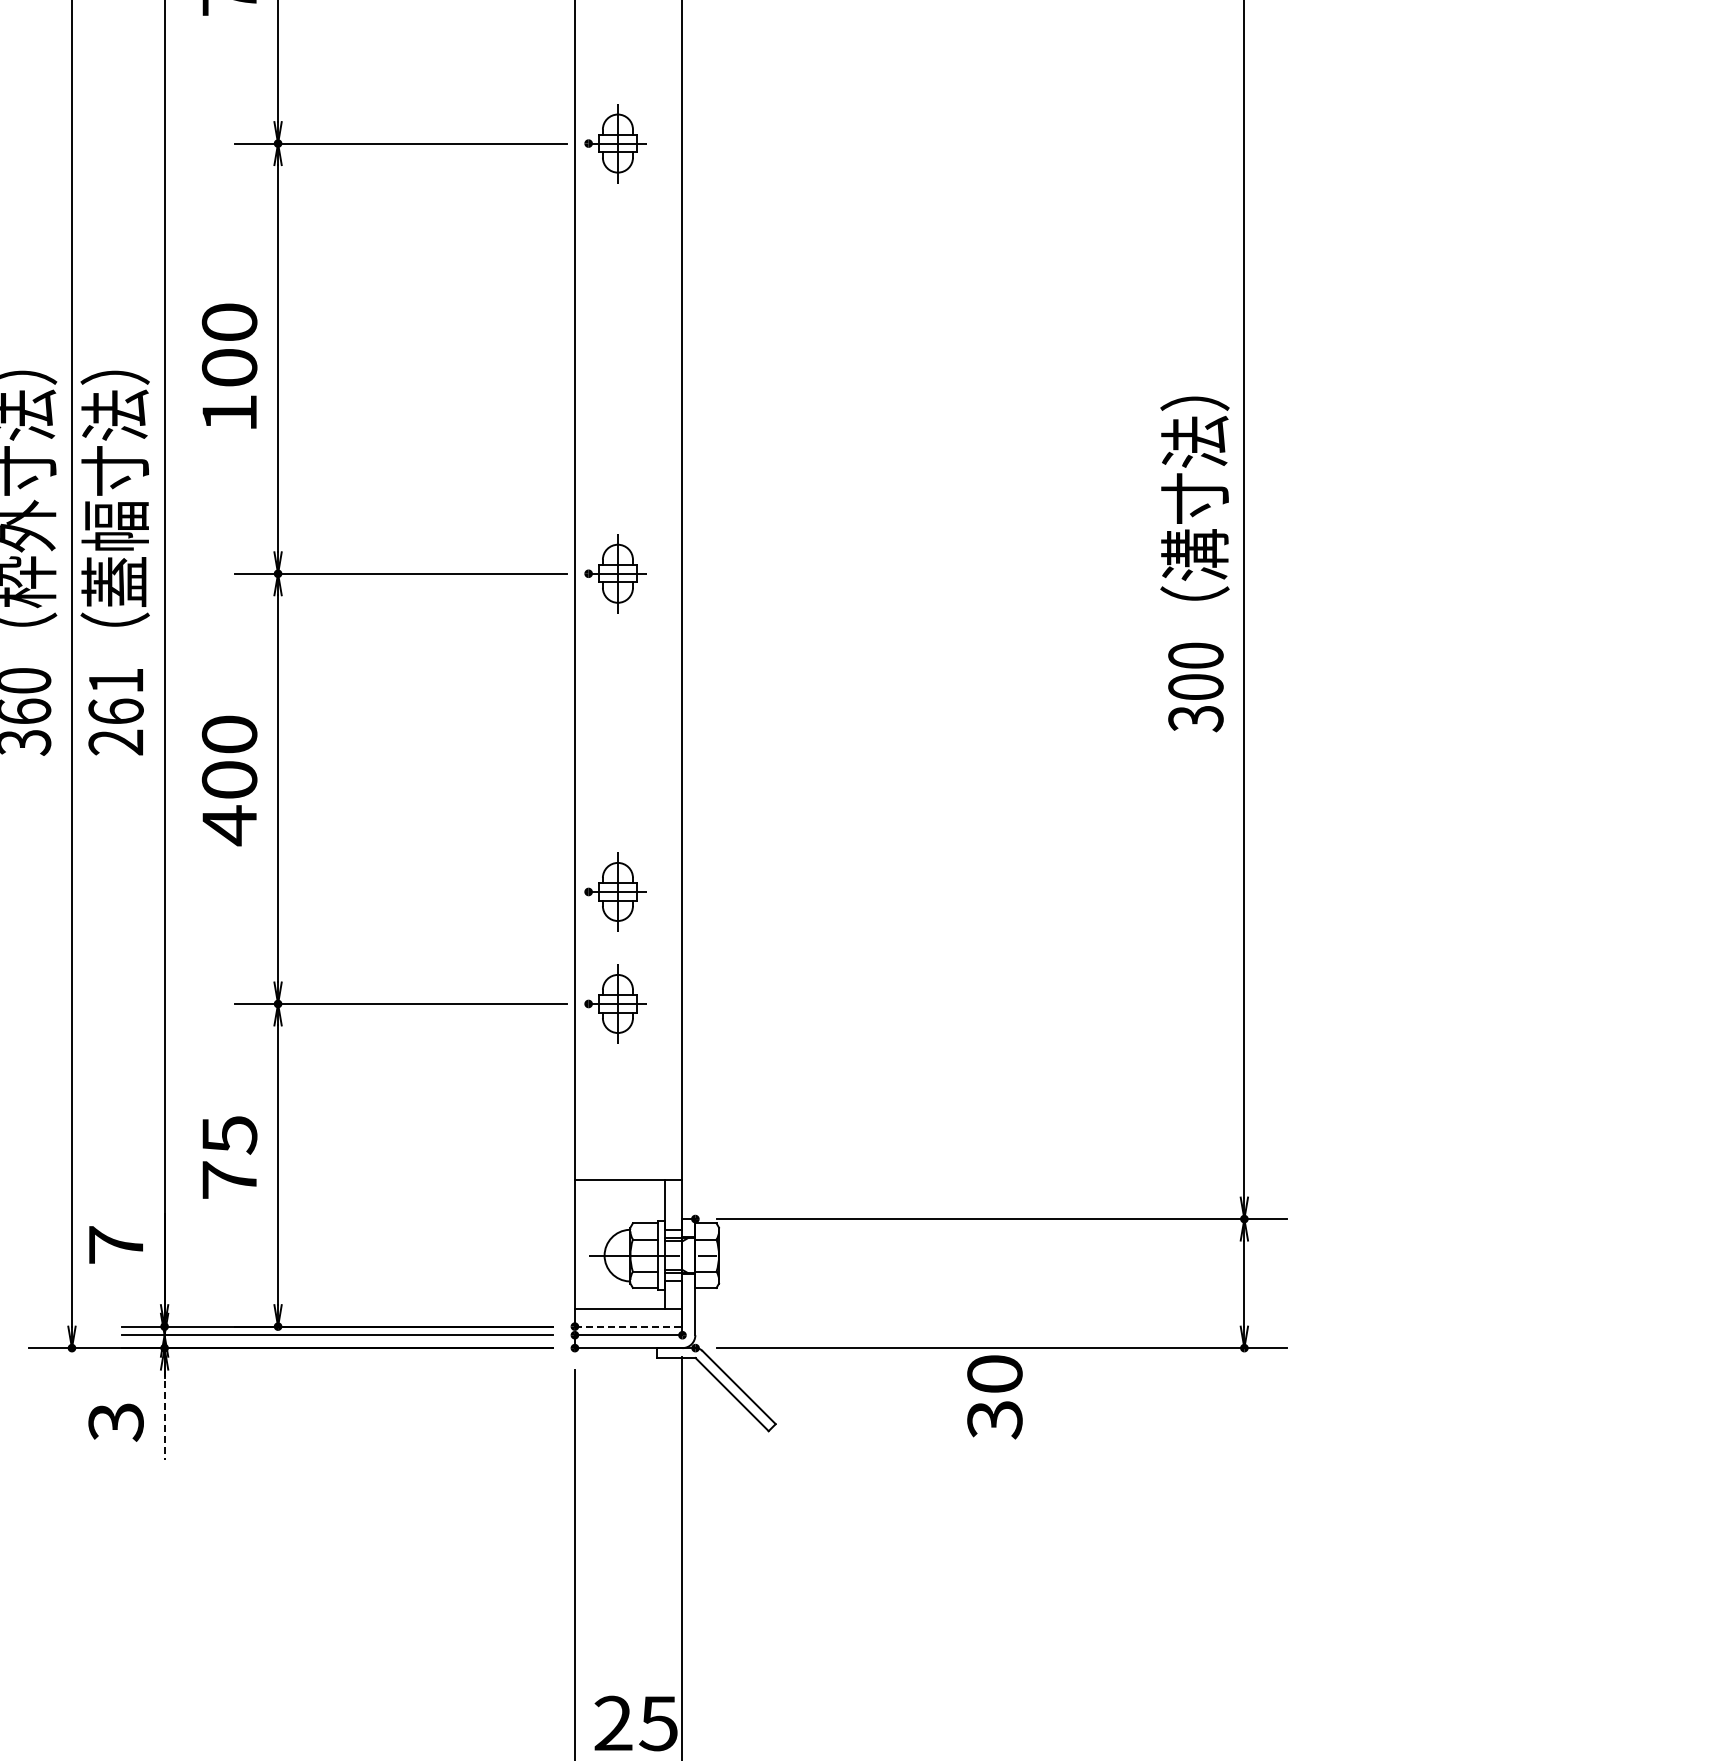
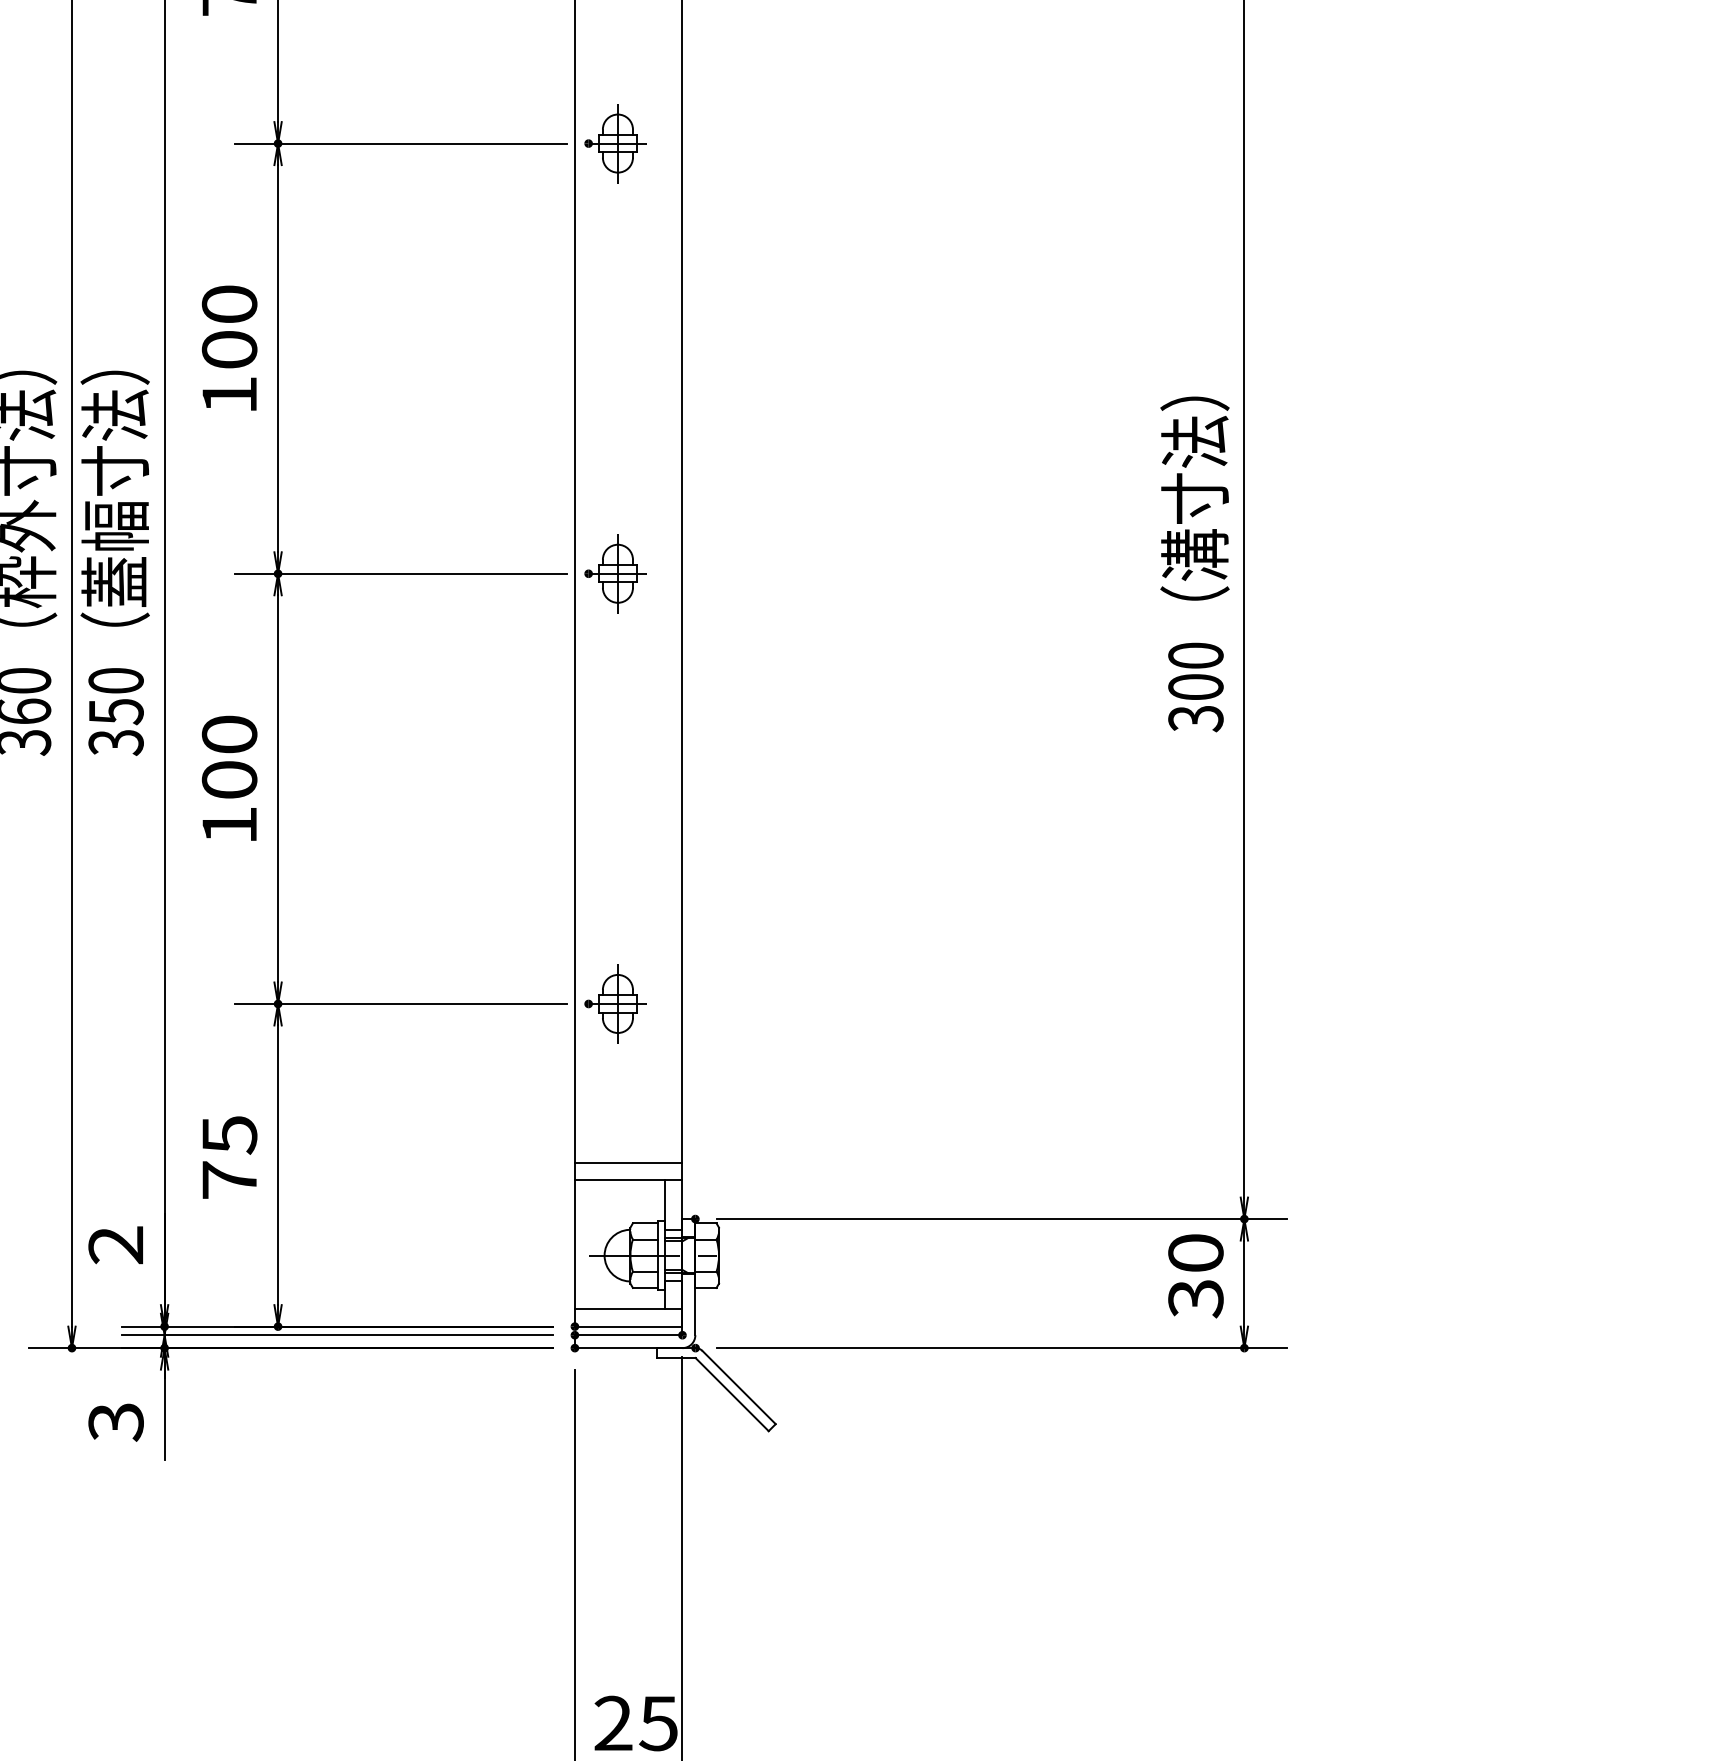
text at (229, 365) position: (229, 365) -> (229, 347)
text at (115, 712): 261 -> 350
text at (229, 825): 400 -> 100
part at (615, 891): present -> none
line at (628, 1163): none -> present
text at (115, 1245): 7 -> 2
line at (628, 1326): dashed -> solid
text at (994, 1397) position: (994, 1397) -> (1195, 1276)
line at (164, 1415): dashed -> solid
